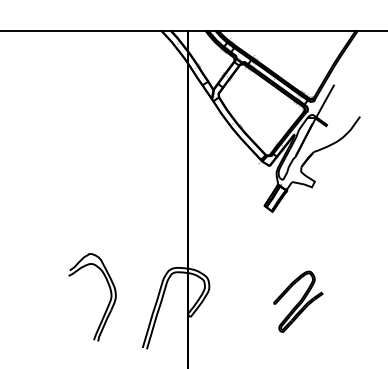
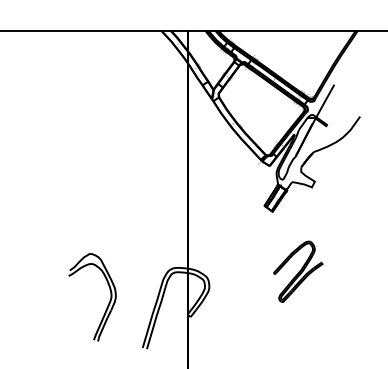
part at (298, 301) position: (298, 301) -> (298, 271)
